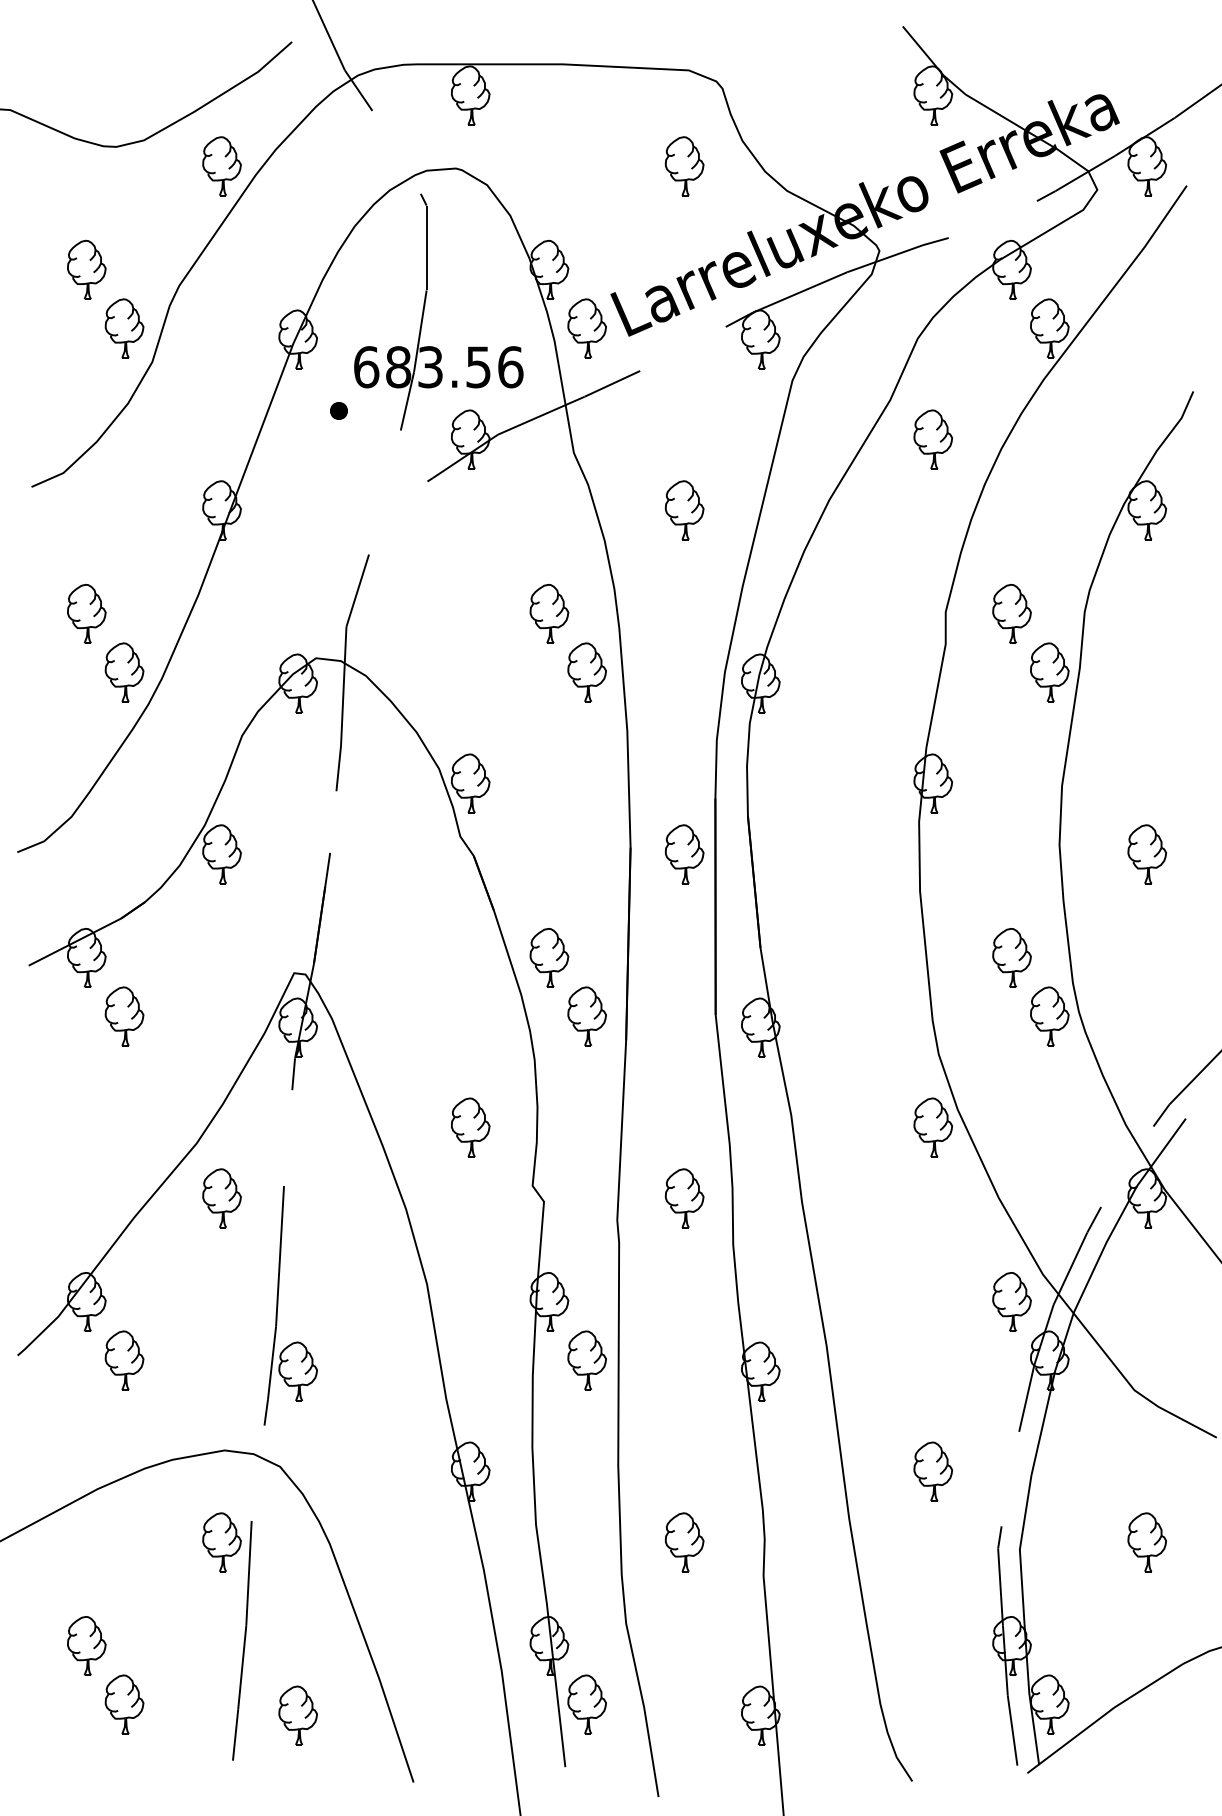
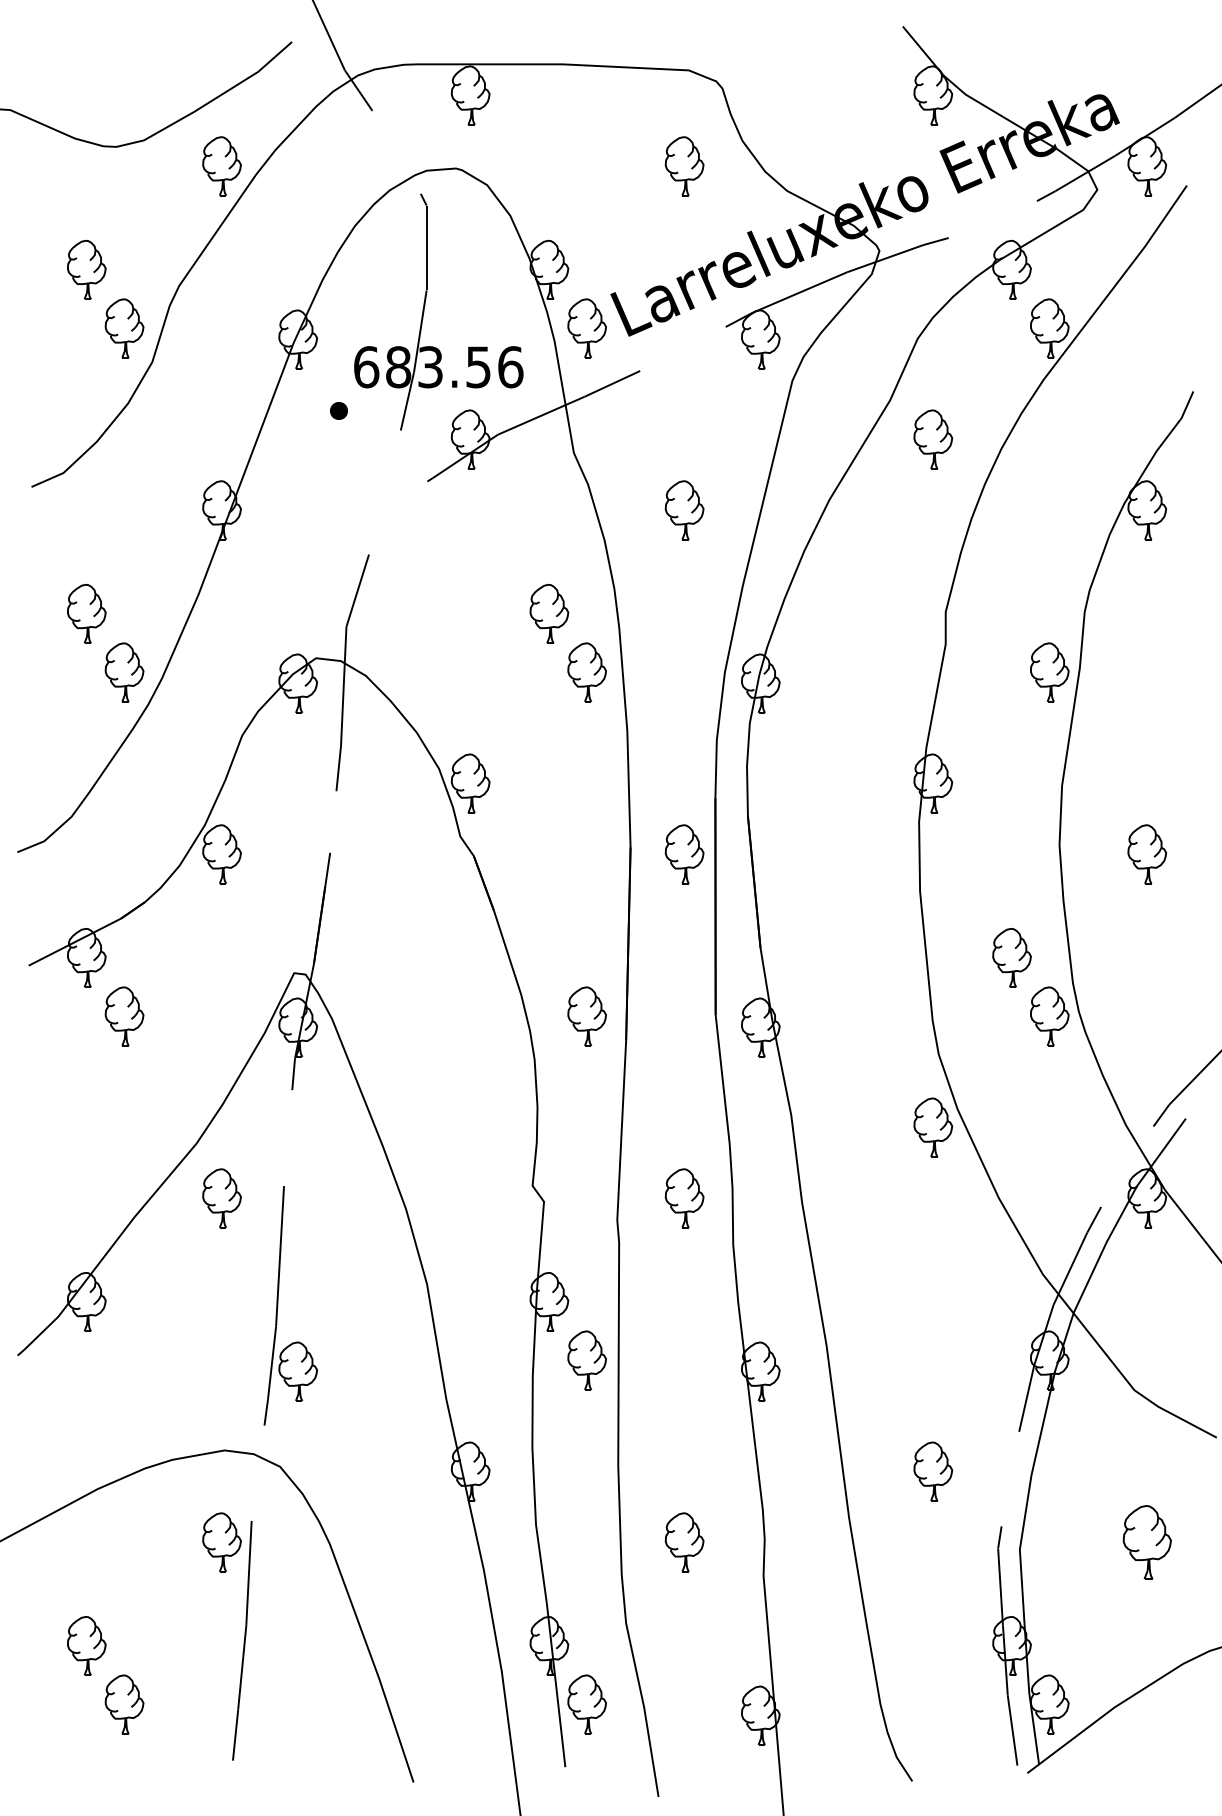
part at (1011, 613): present -> none
part at (549, 957): present -> none
part at (470, 1127): present -> none
part at (1011, 1301): present -> none
part at (124, 1360): present -> none
part at (1146, 1542) size: 40x61 px -> 50x75 px
part at (297, 1715): present -> none
